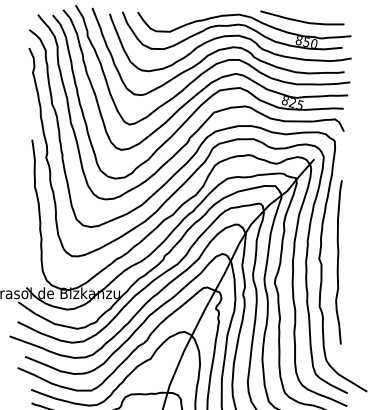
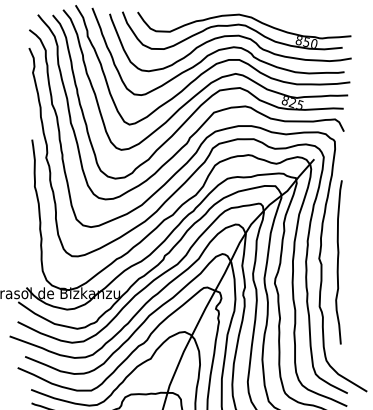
part at (302, 17): present -> none
